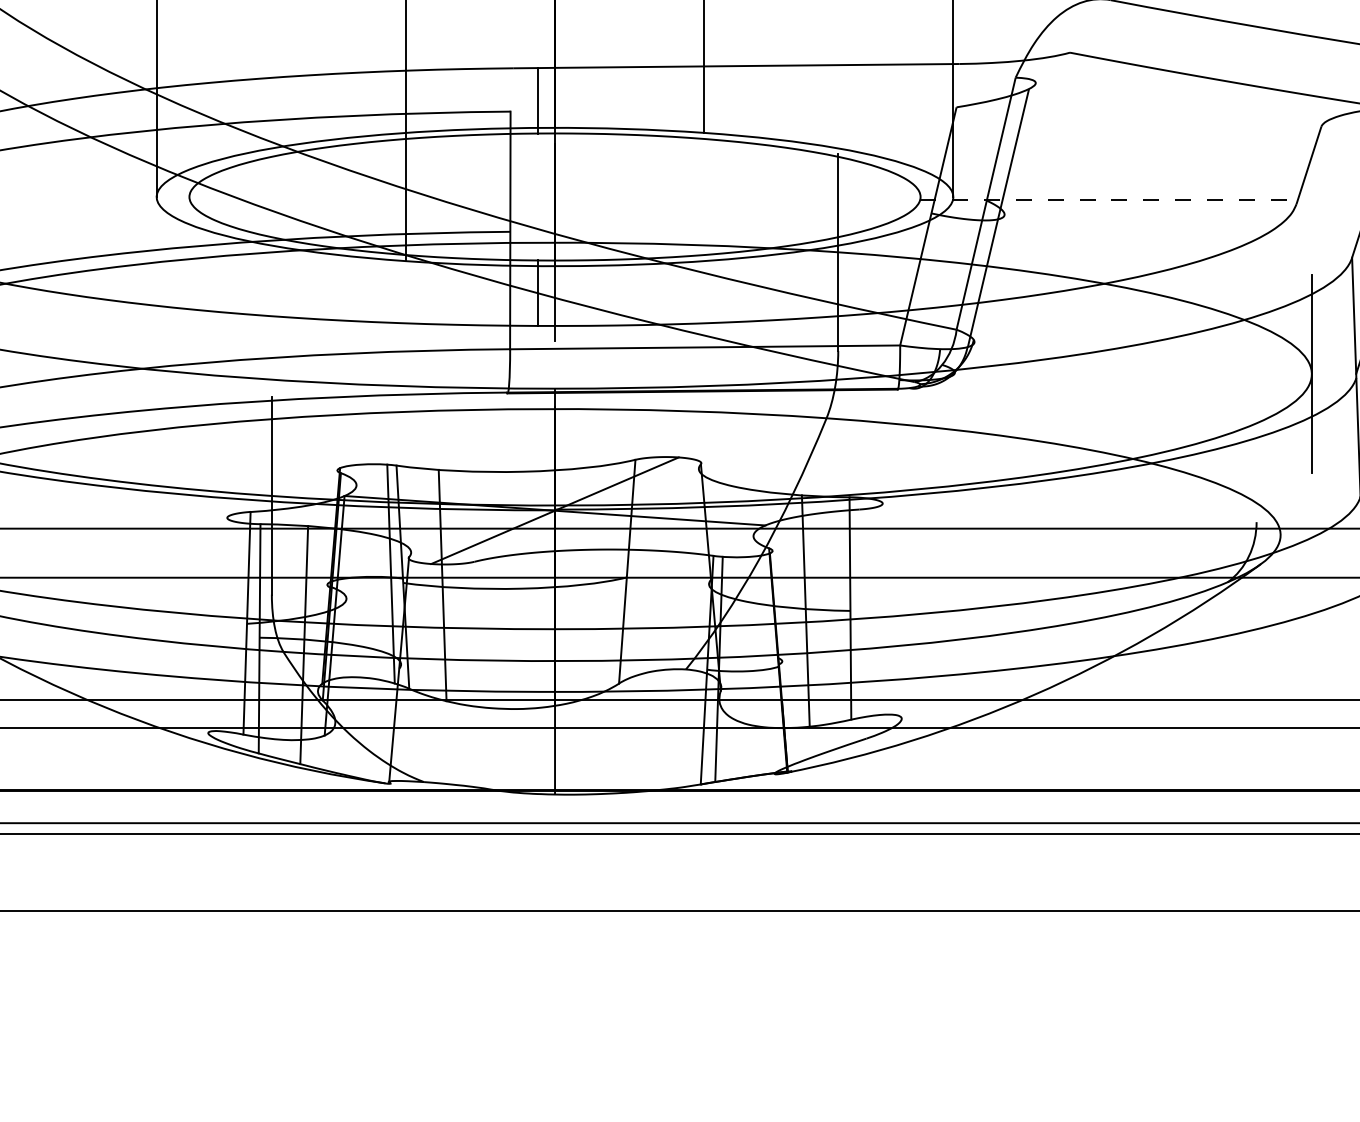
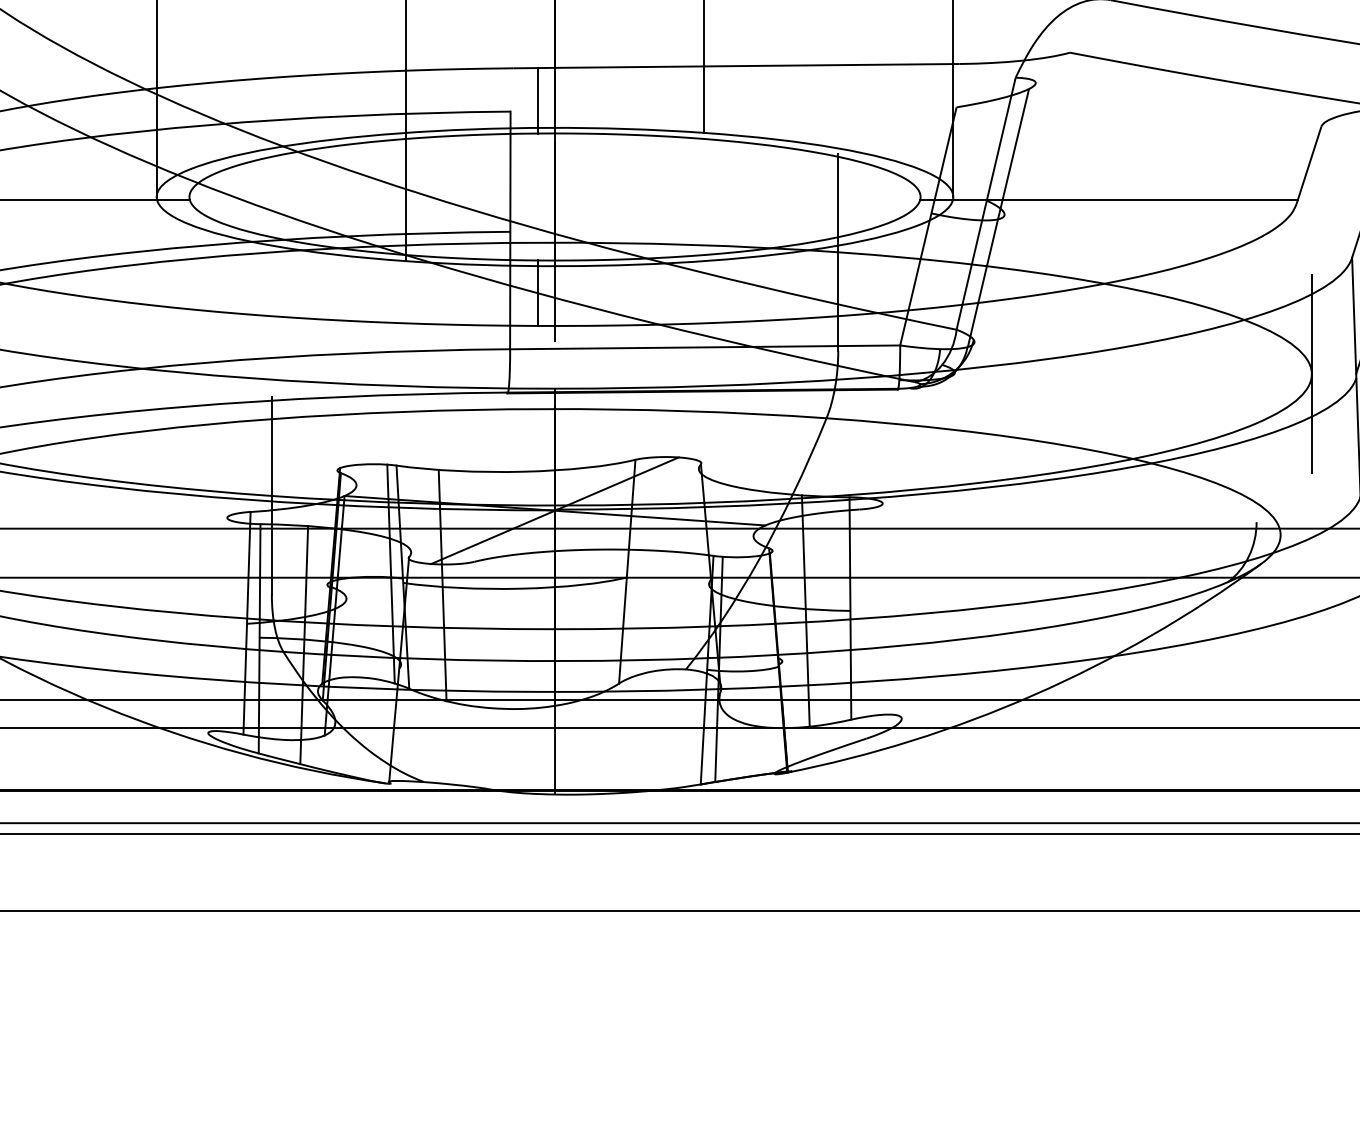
line at (95, 200): none -> present
line at (1109, 200): dashed -> solid
